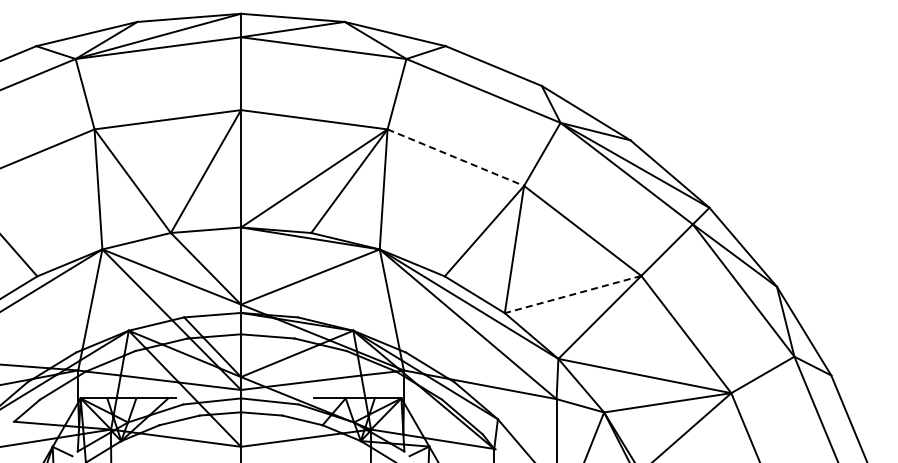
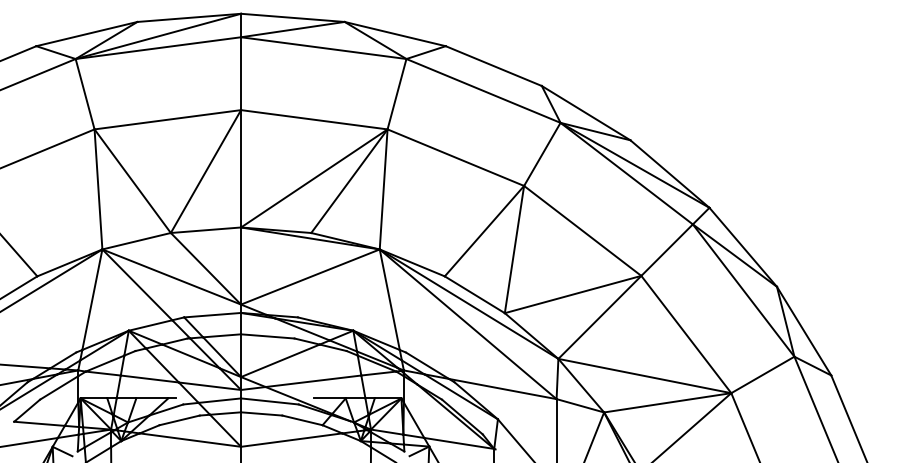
line at (455, 157): dashed -> solid
line at (573, 294): dashed -> solid
